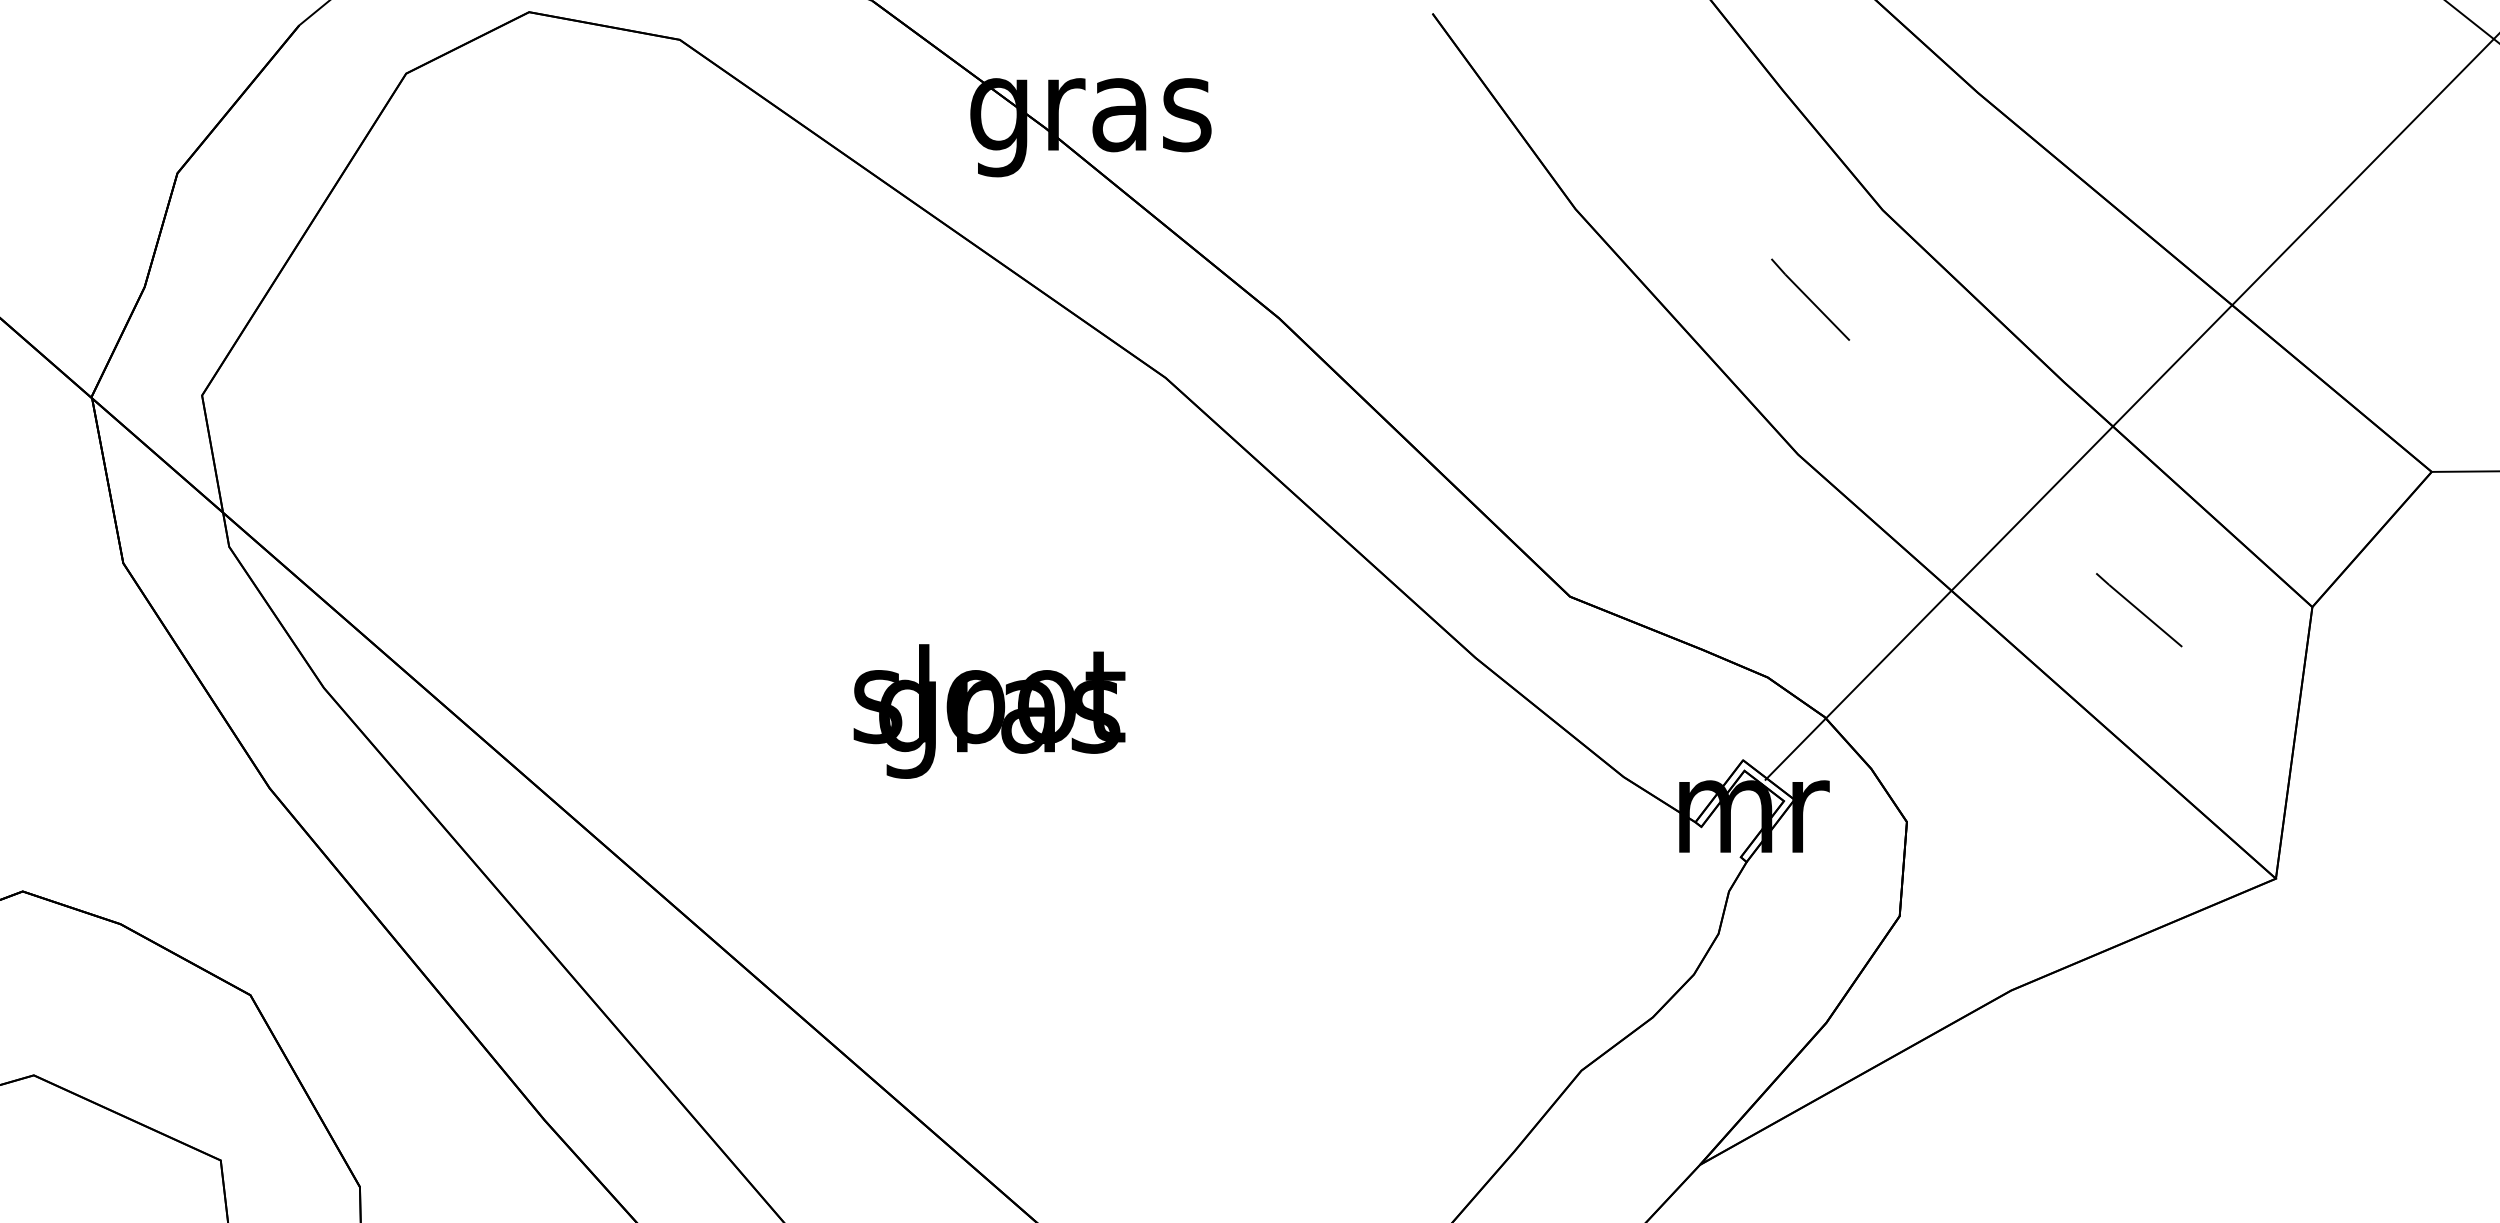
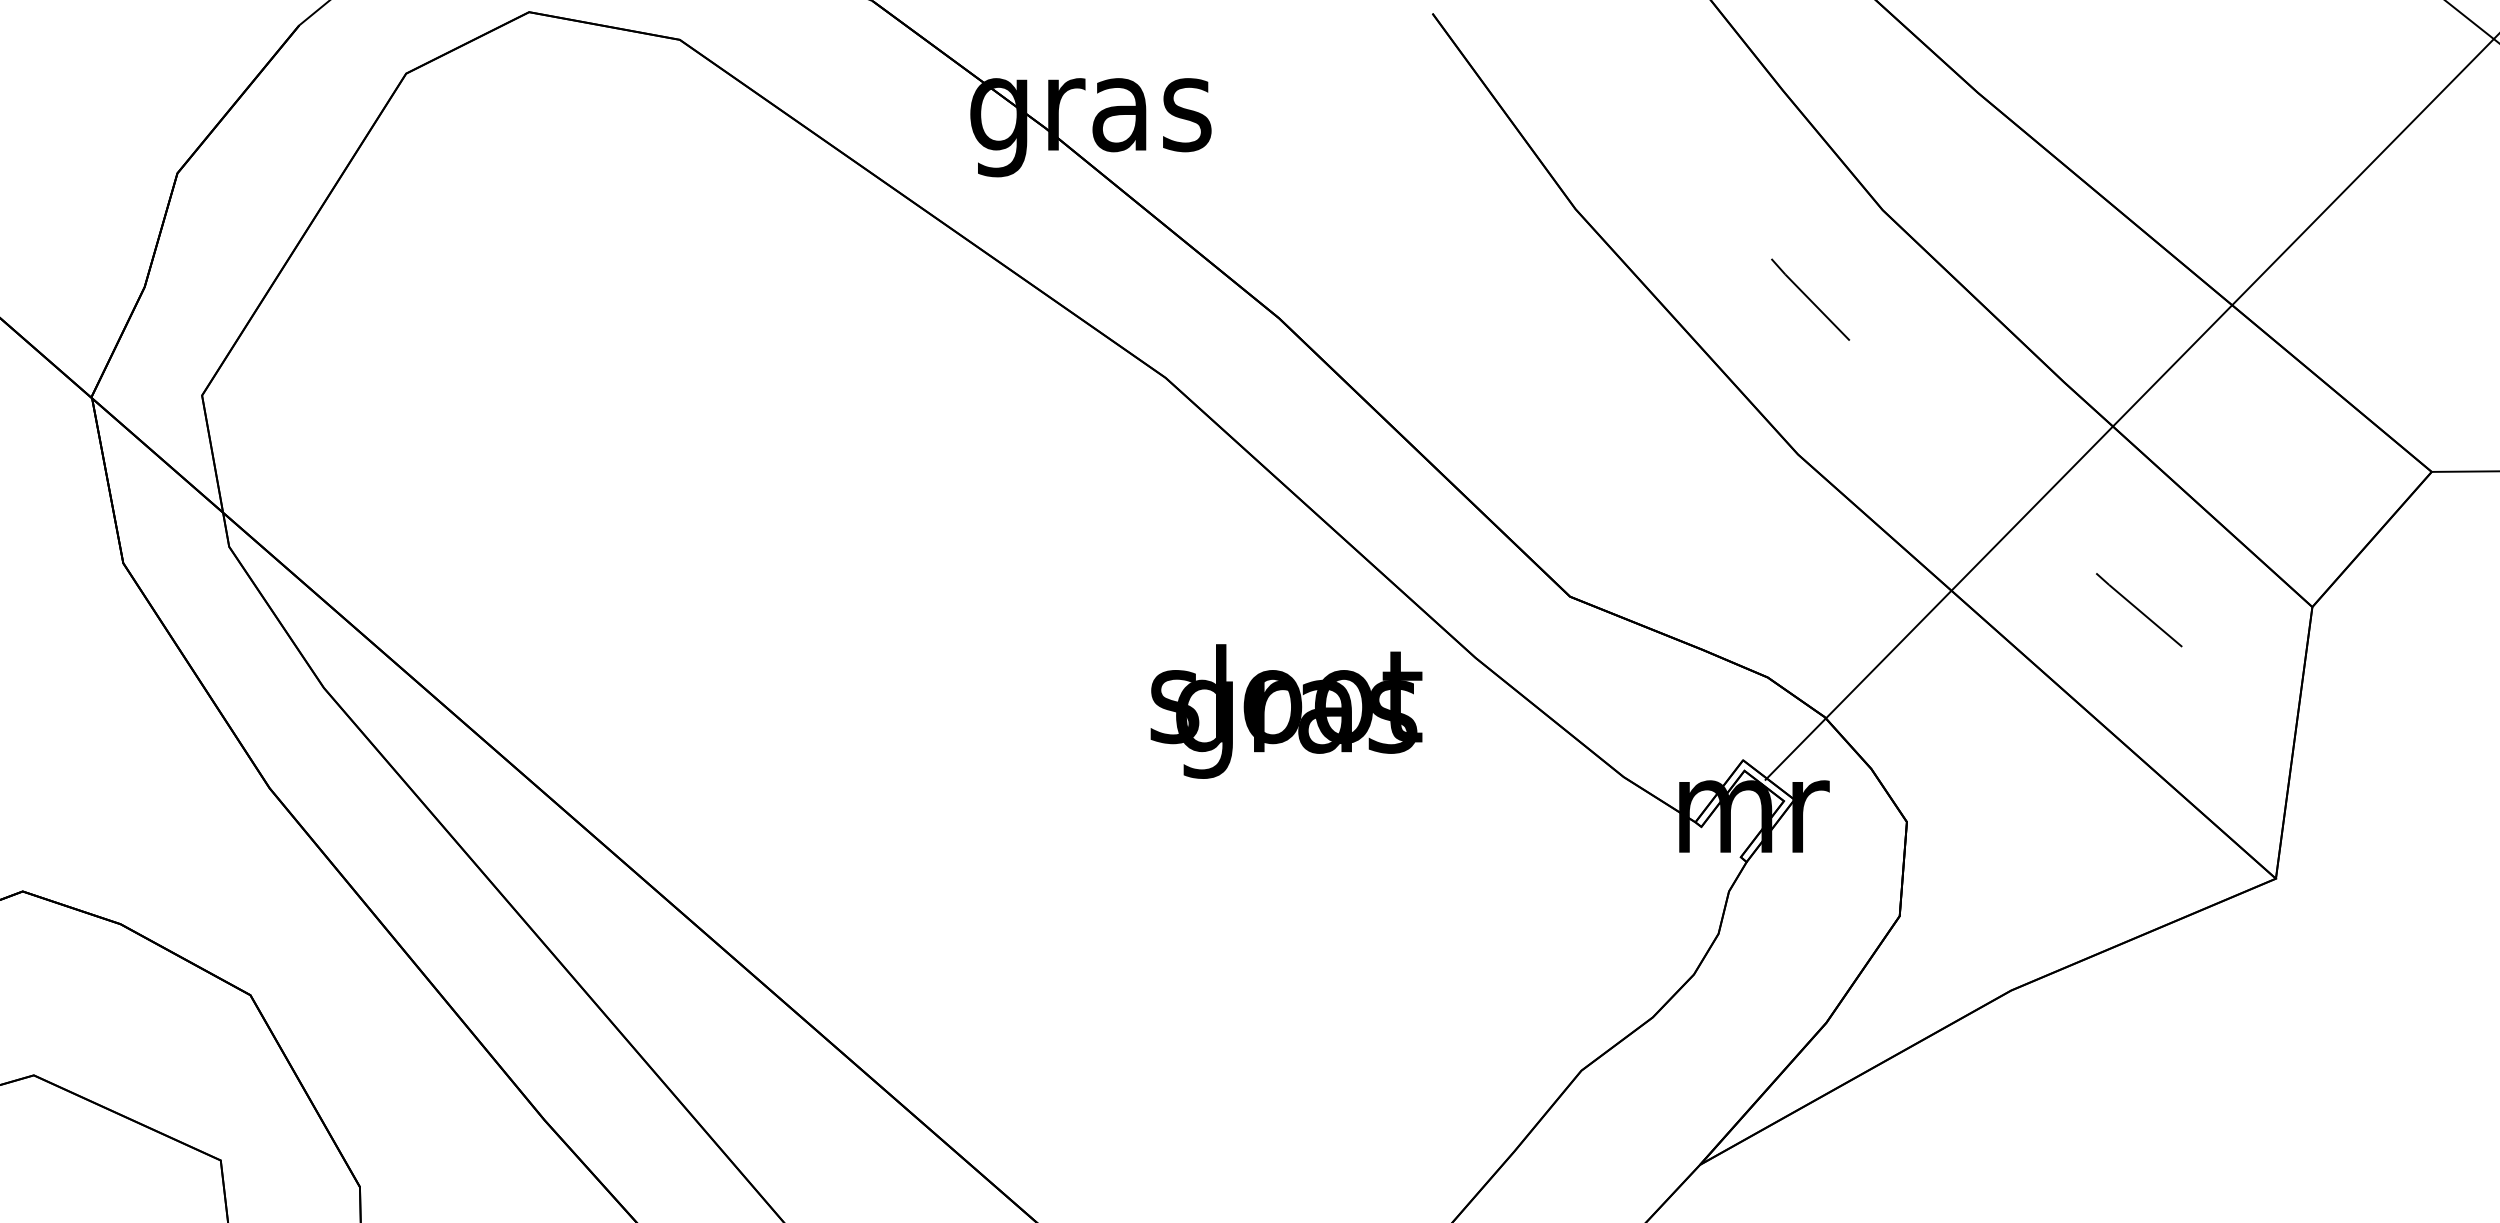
text at (989, 711) position: (989, 711) -> (1286, 711)
